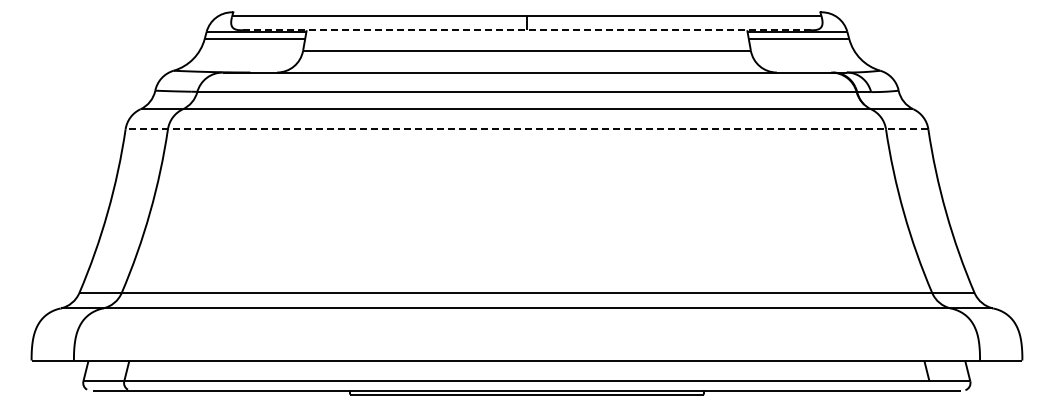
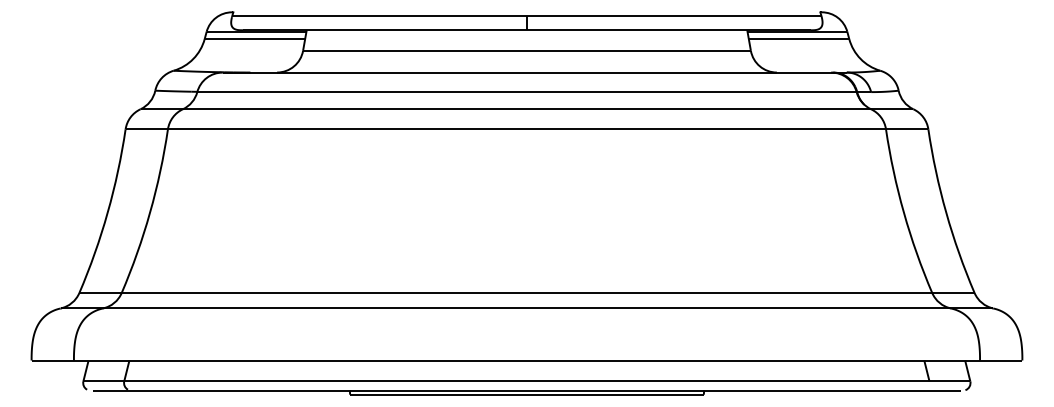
line at (526, 30): dashed -> solid
line at (526, 129): dashed -> solid
